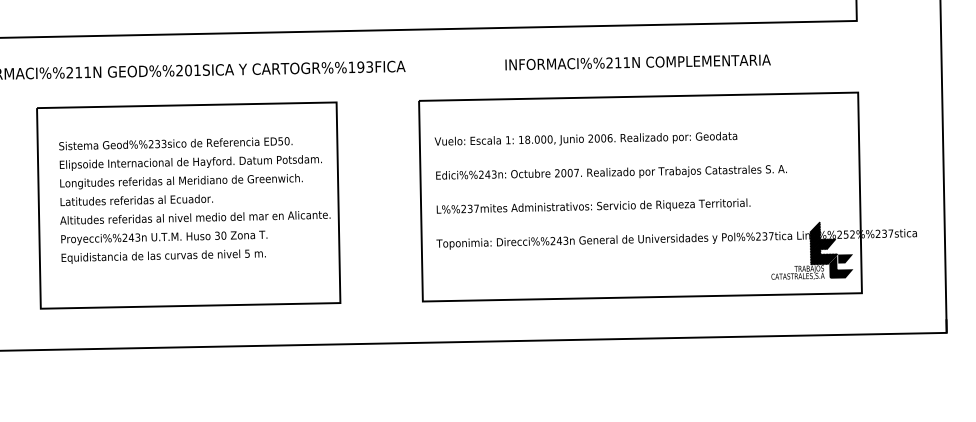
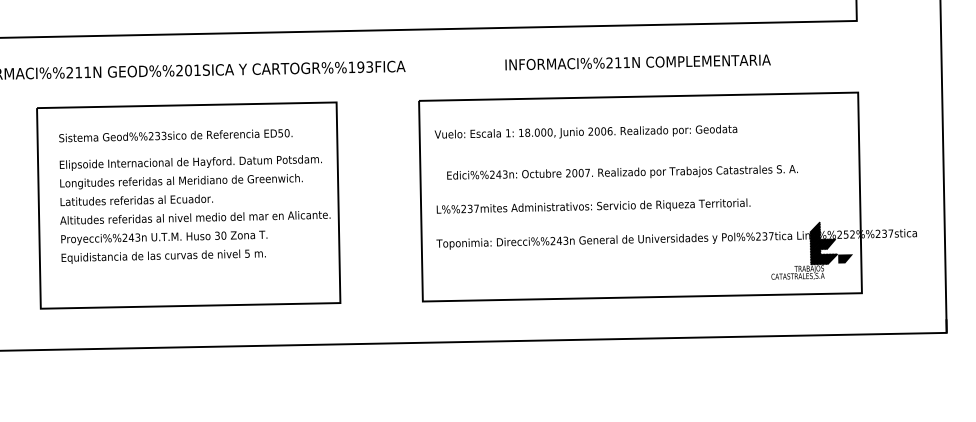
text at (585, 138) position: (585, 138) -> (585, 131)
text at (175, 143) position: (175, 143) -> (175, 135)
text at (611, 172) position: (611, 172) -> (622, 172)
fill at (841, 266): present -> none
